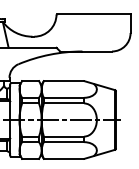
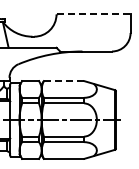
line at (94, 14): solid -> dashed
line at (64, 81): solid -> dashed
